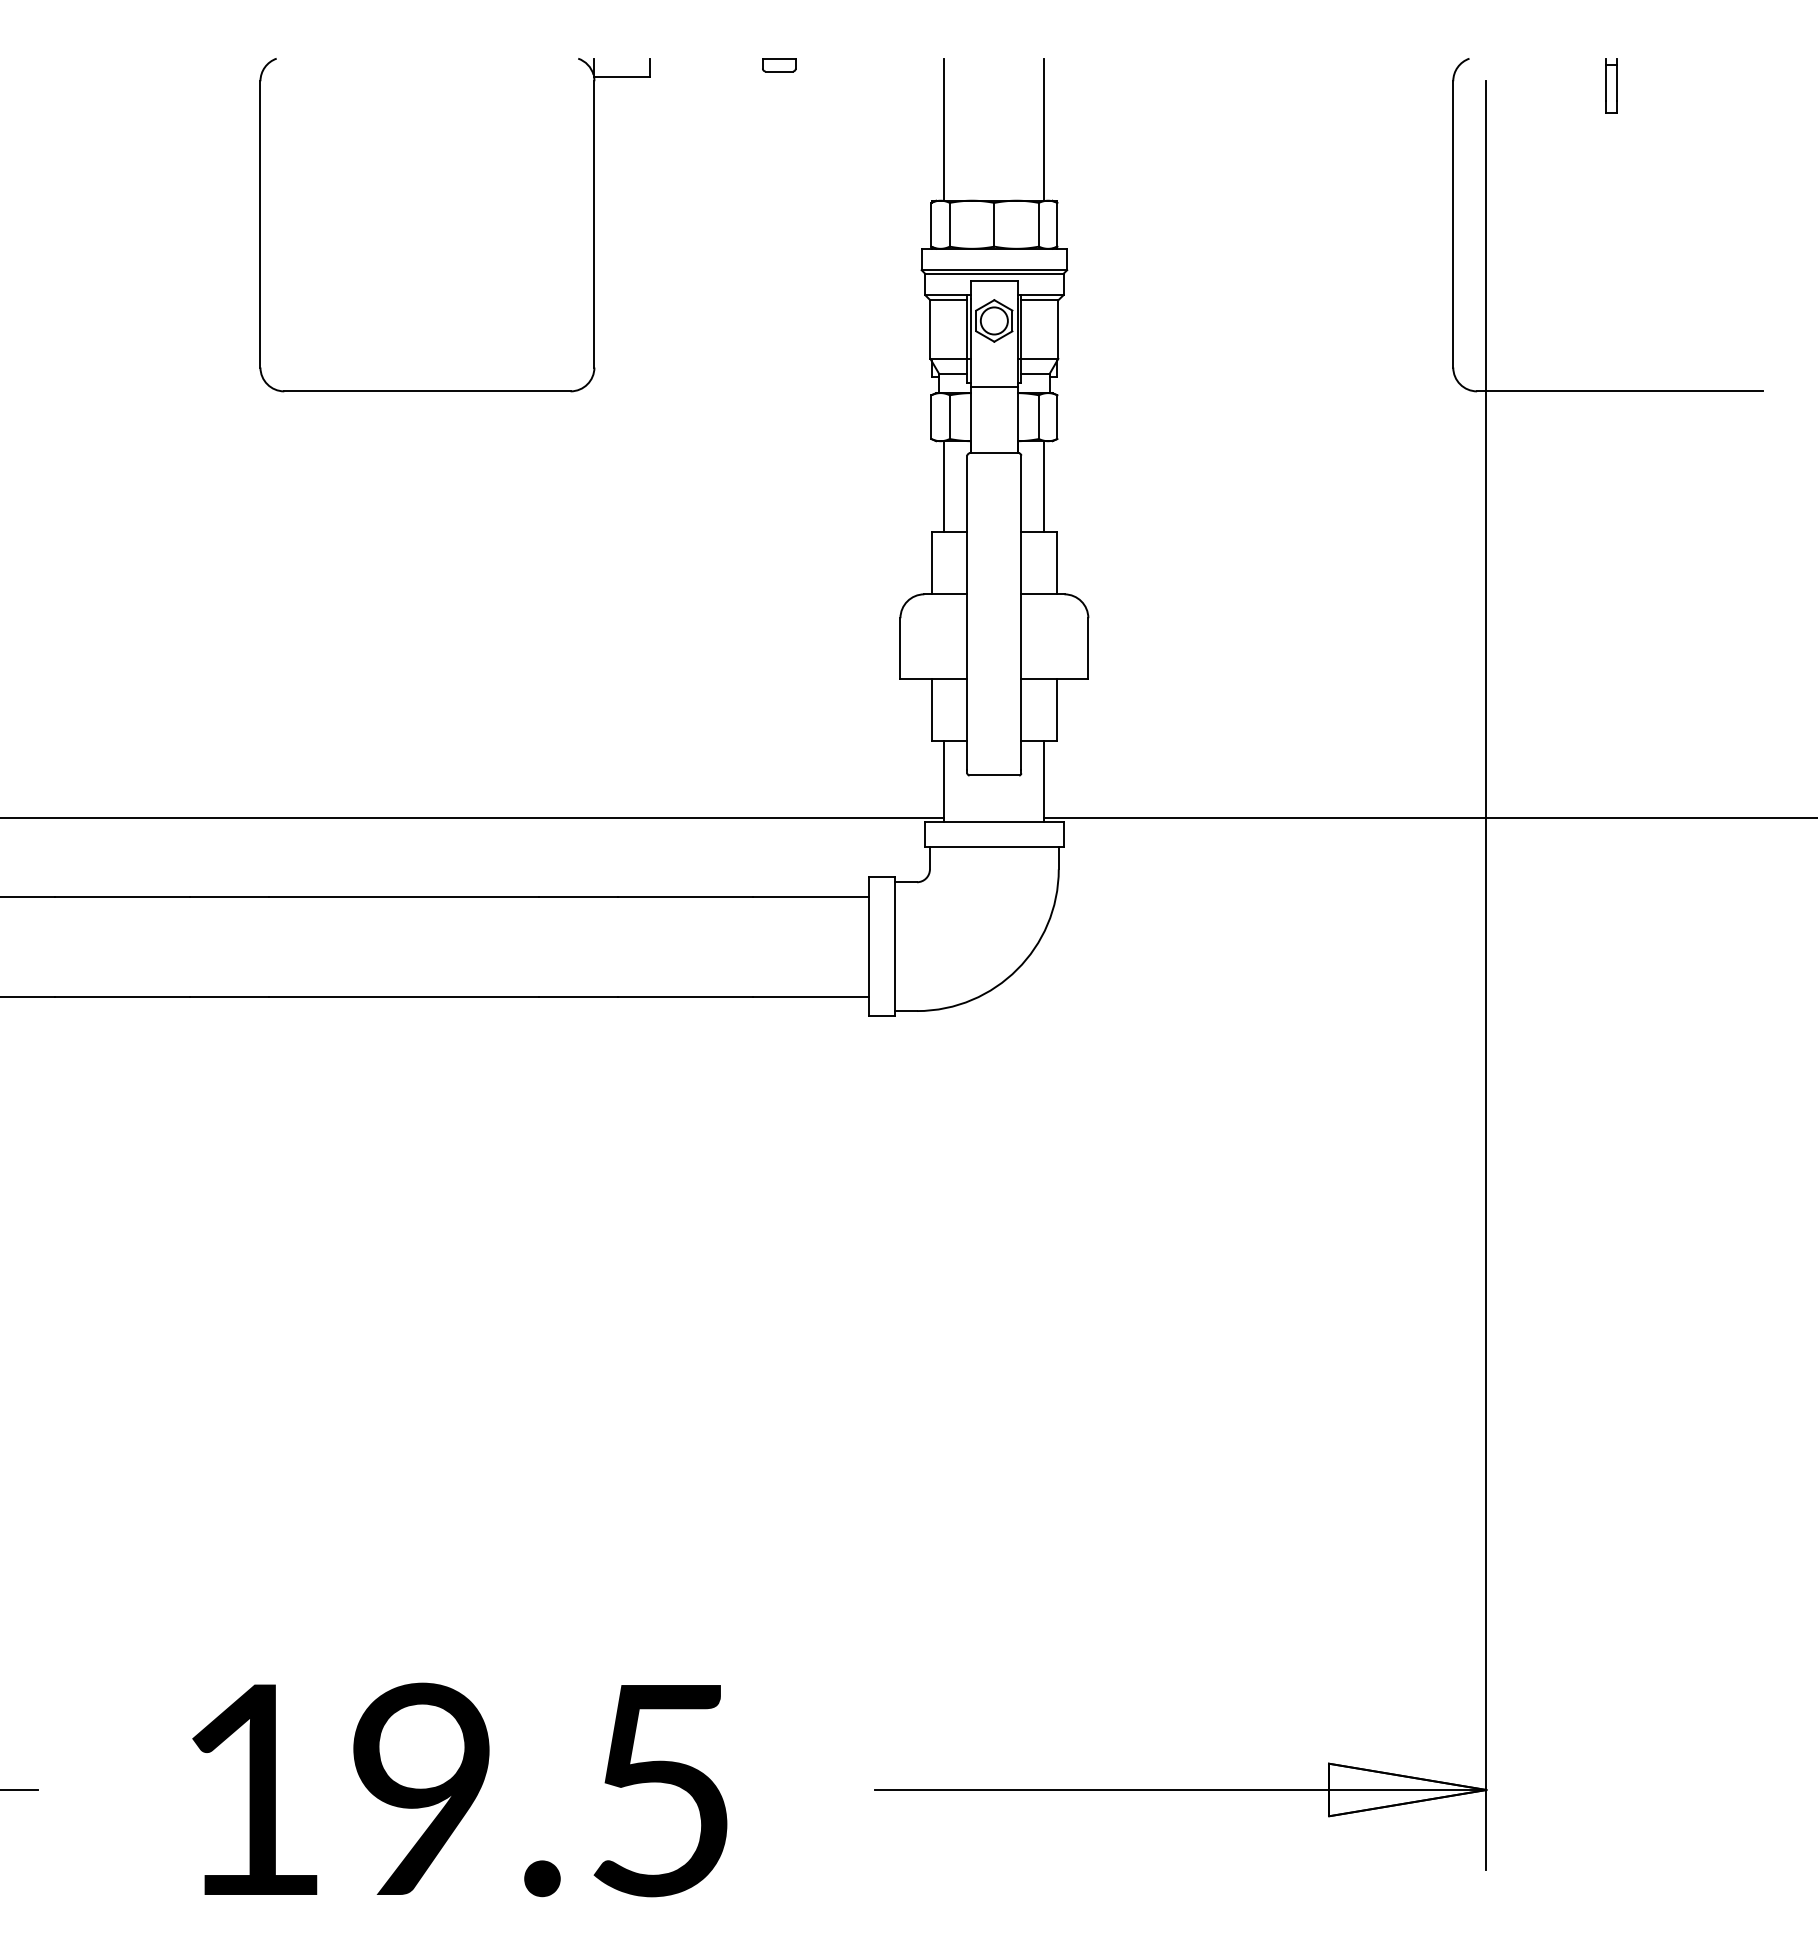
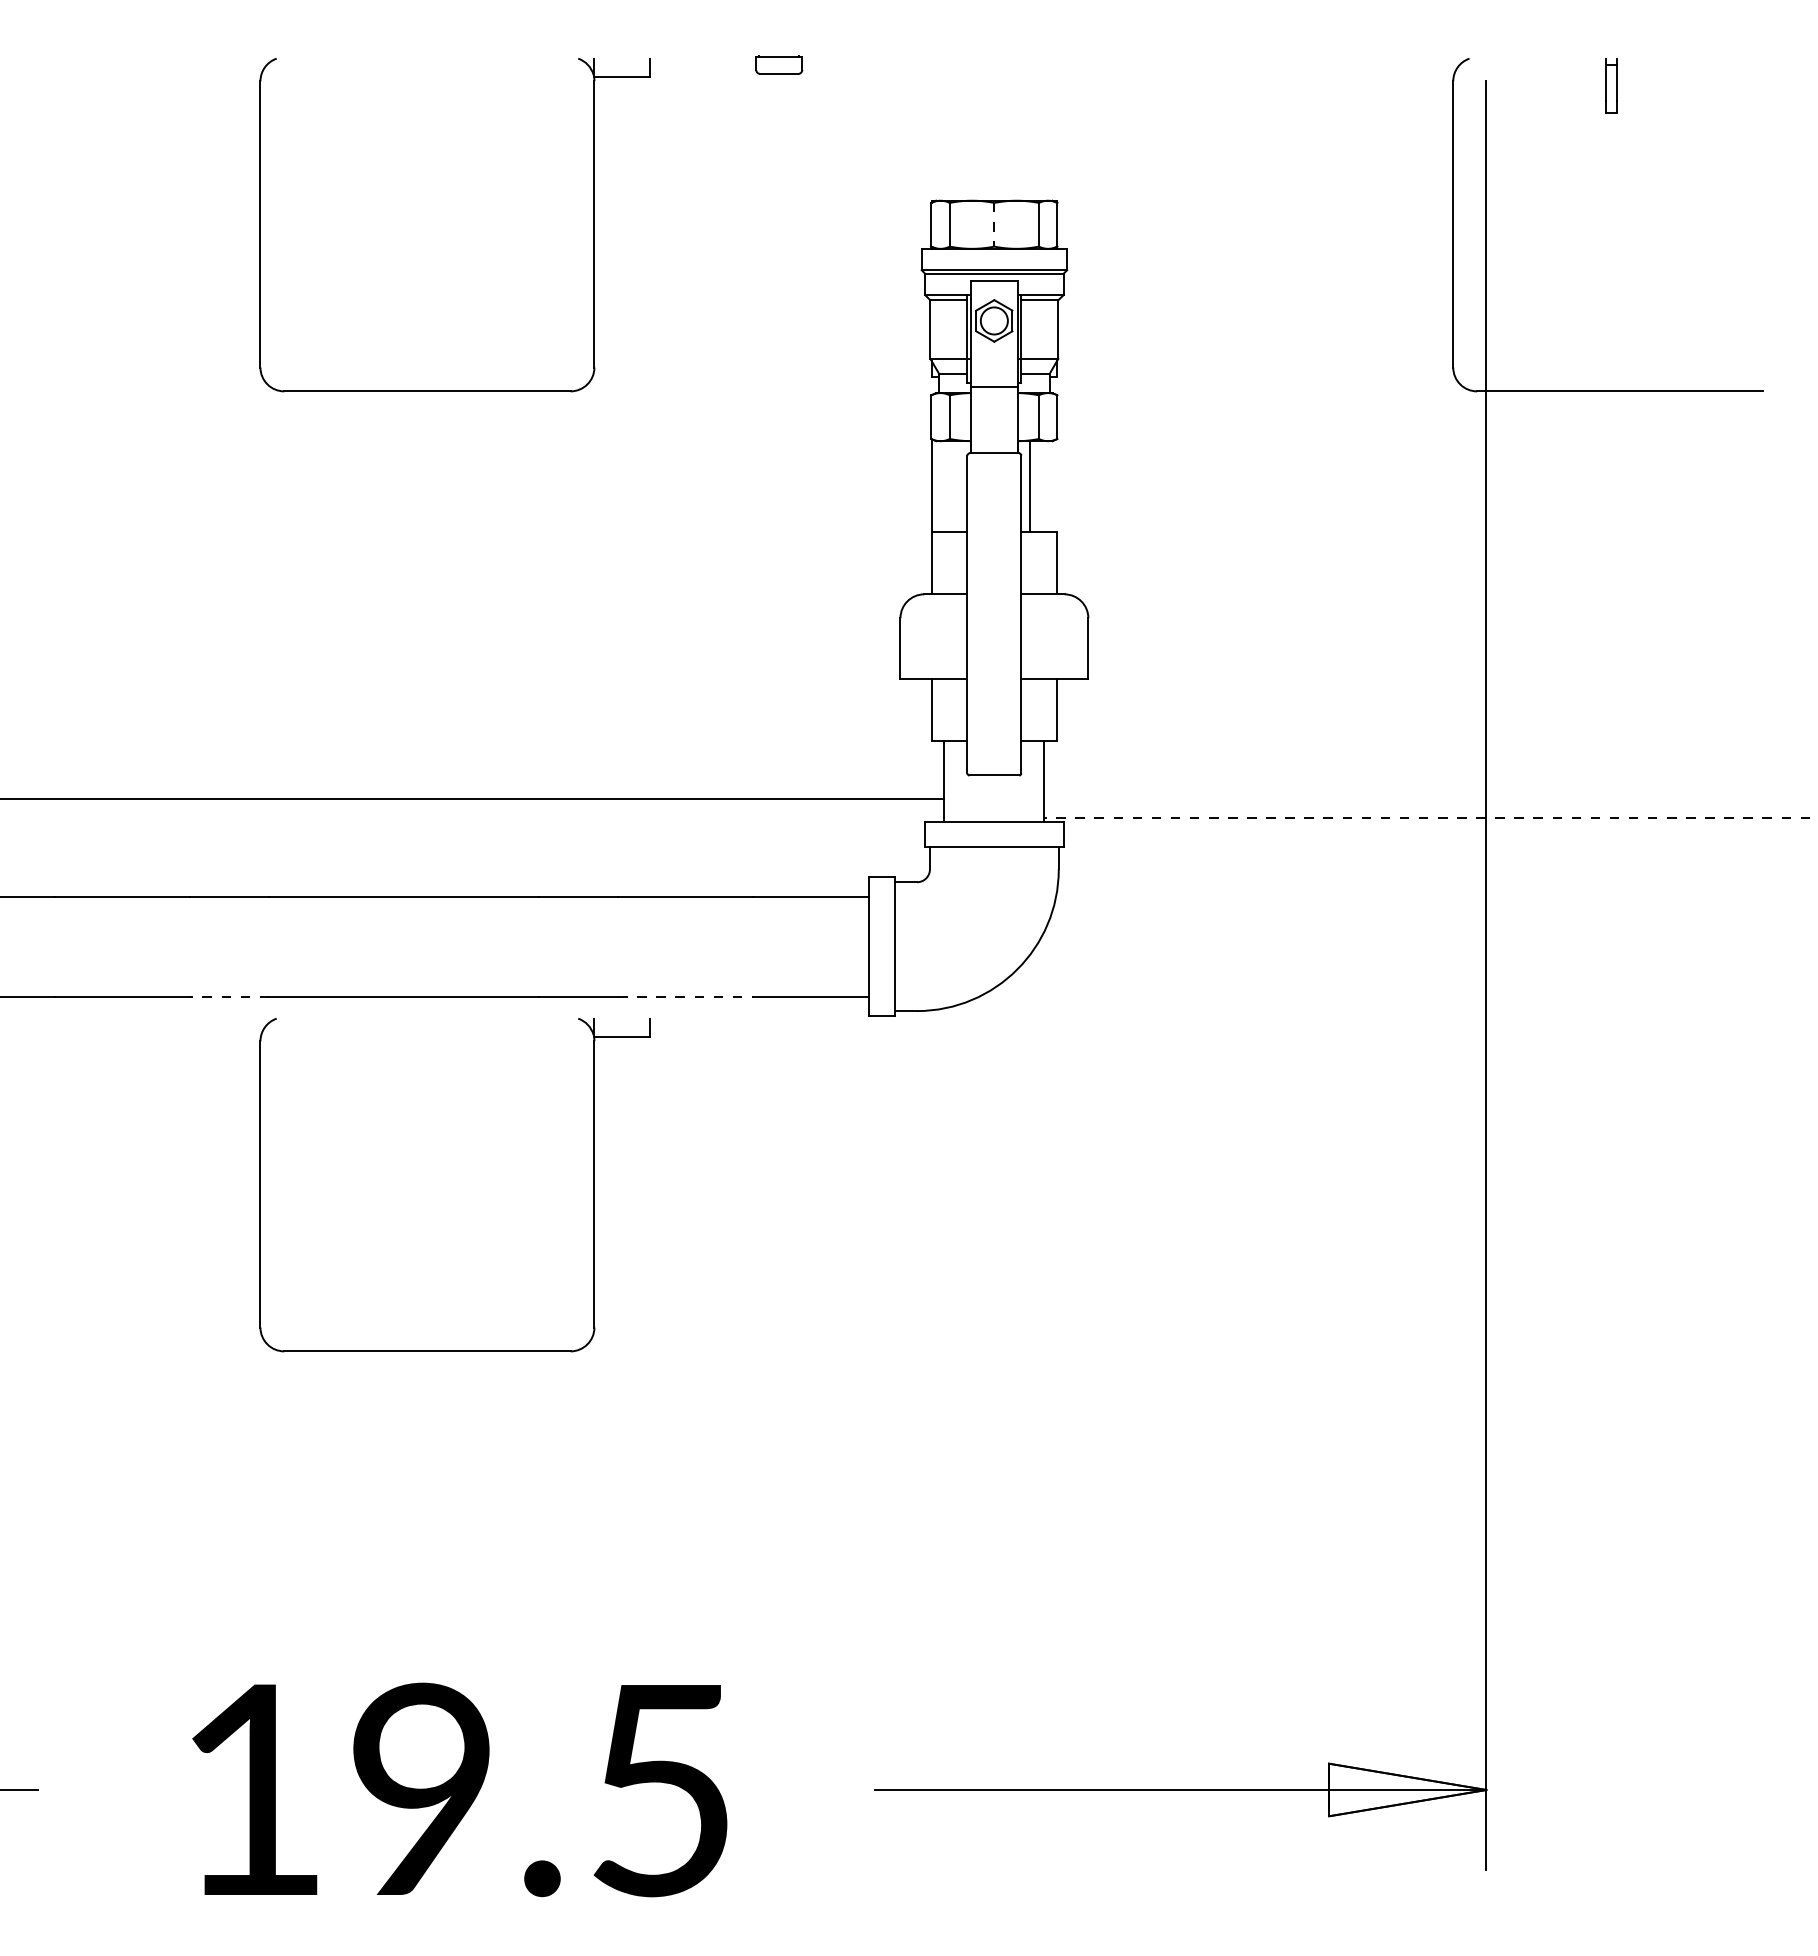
part at (779, 65) size: 35x15 px -> 49x20 px
line at (944, 129): present -> none
line at (1044, 129): present -> none
line at (994, 224): solid -> dashed
line at (944, 486) position: (944, 486) -> (932, 486)
line at (1044, 486) position: (1044, 486) -> (1030, 486)
line at (473, 818) position: (473, 818) -> (473, 799)
line at (1430, 818): solid -> dashed
line at (229, 996): solid -> dashed
line at (686, 996): solid -> dashed
part at (593, 1185): none -> present
